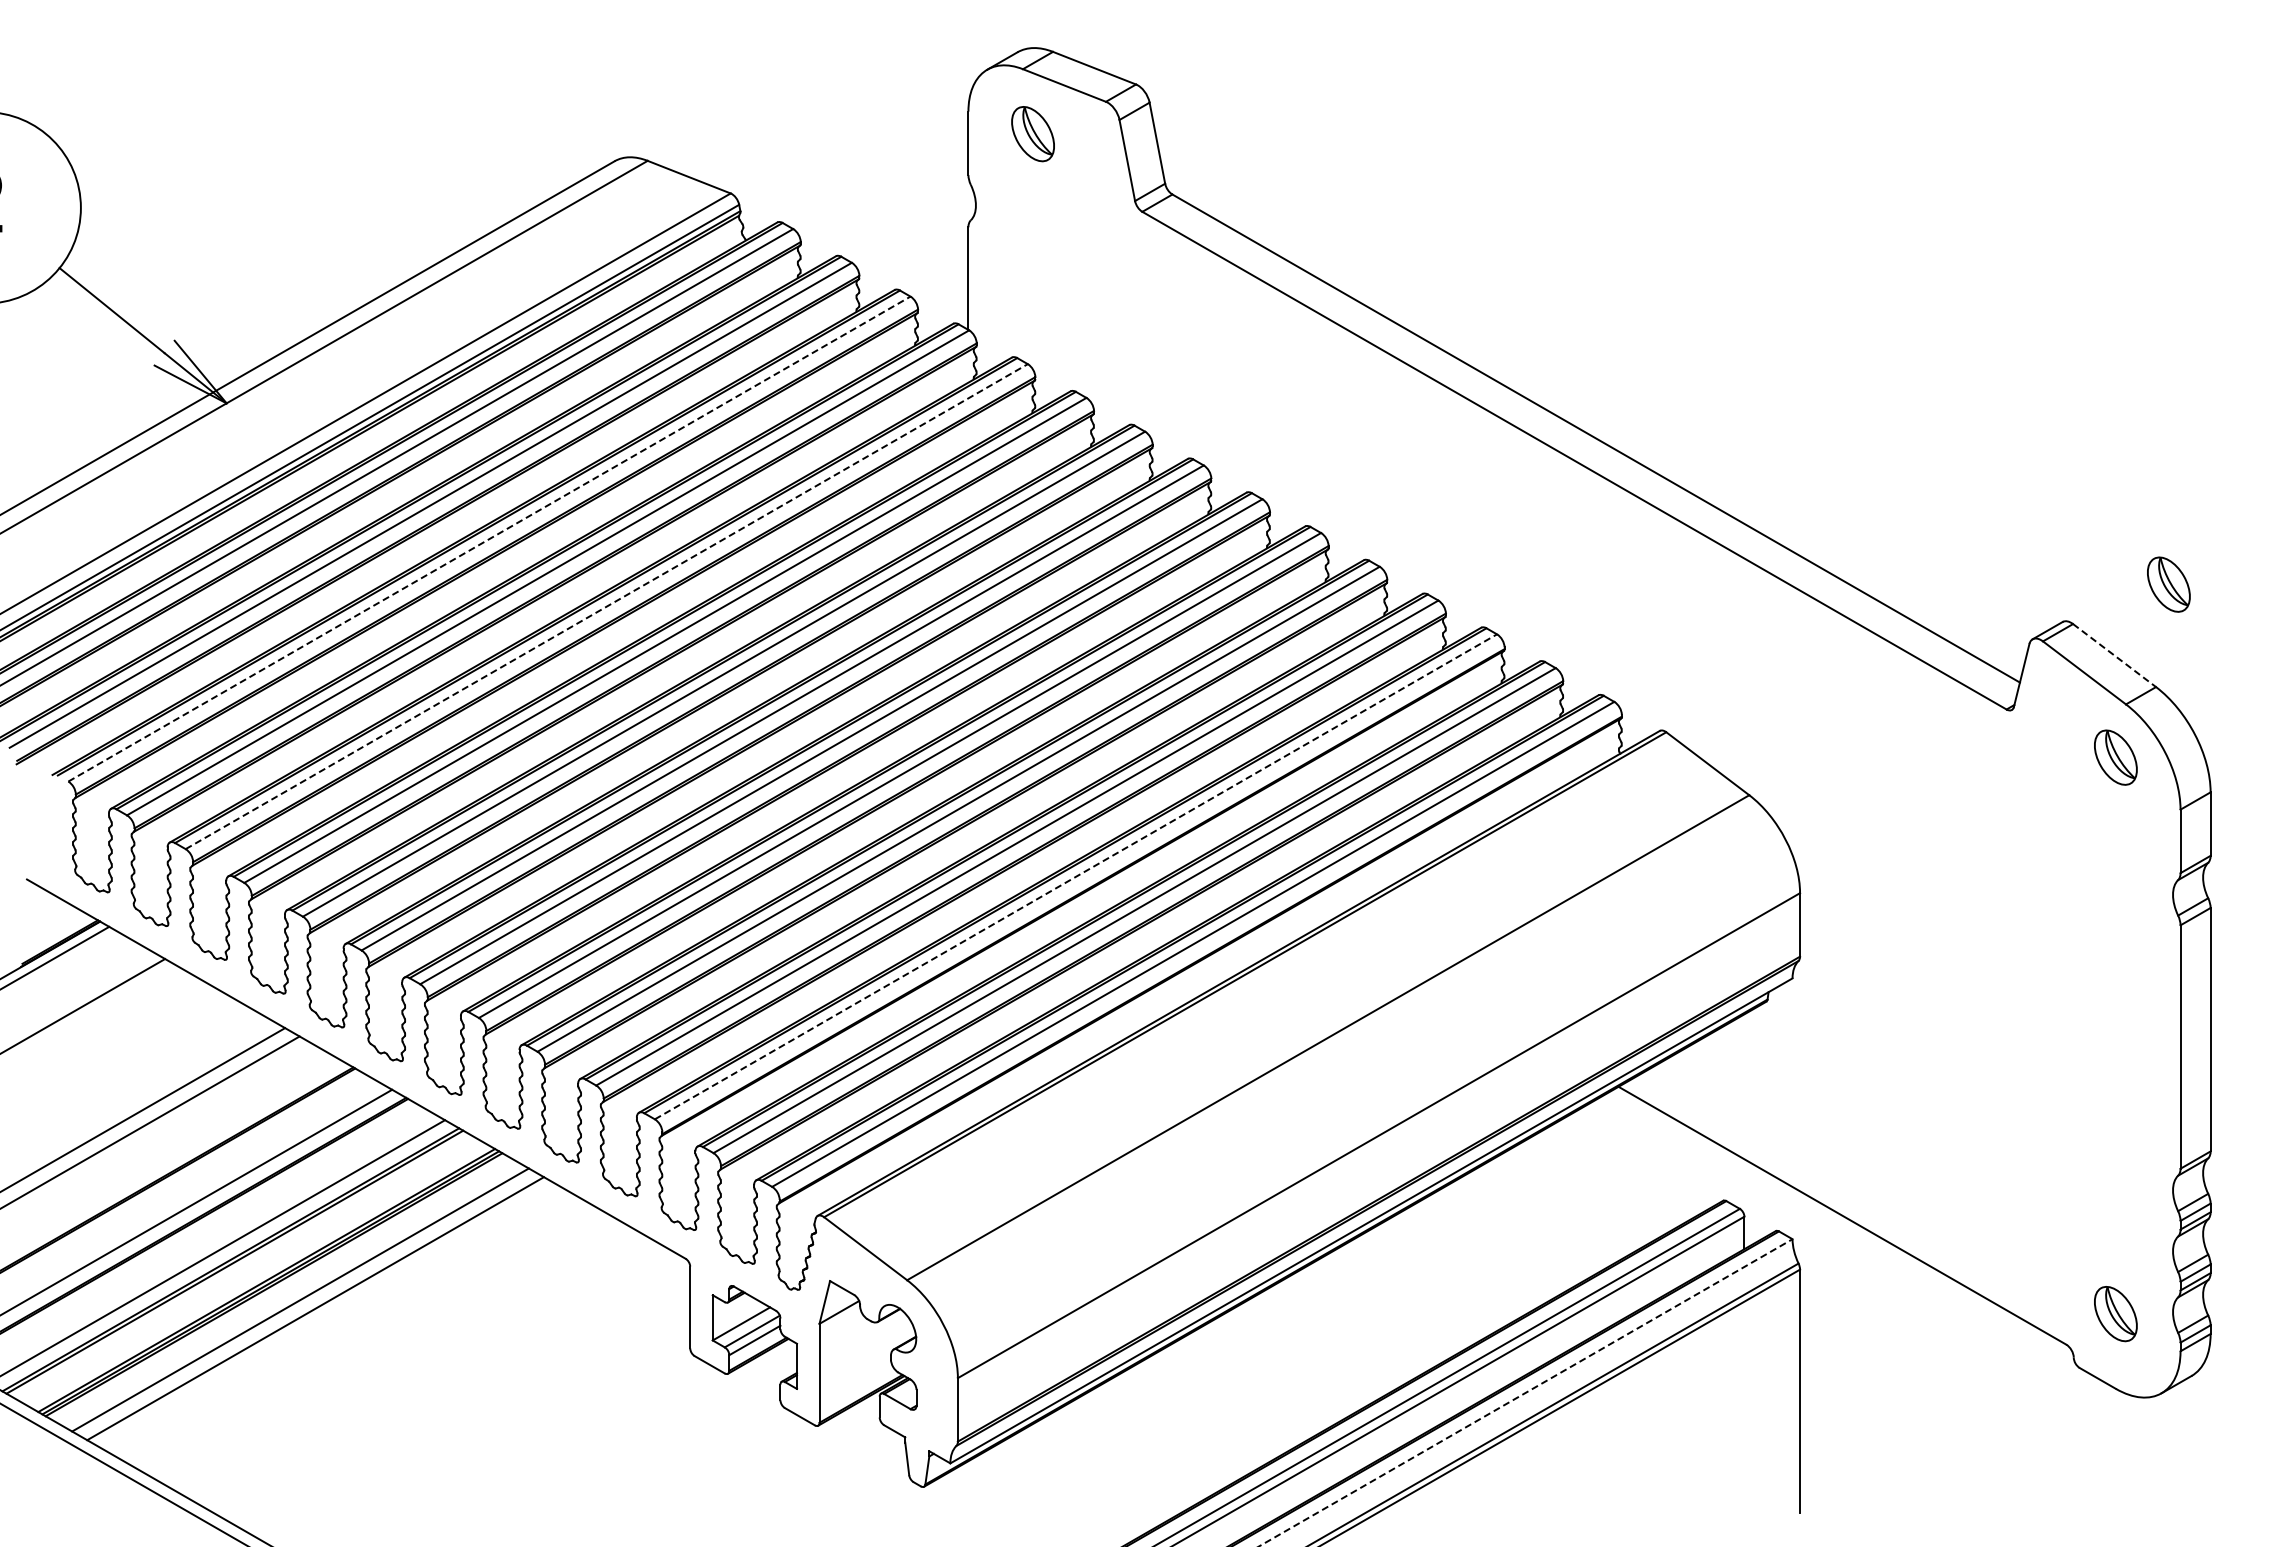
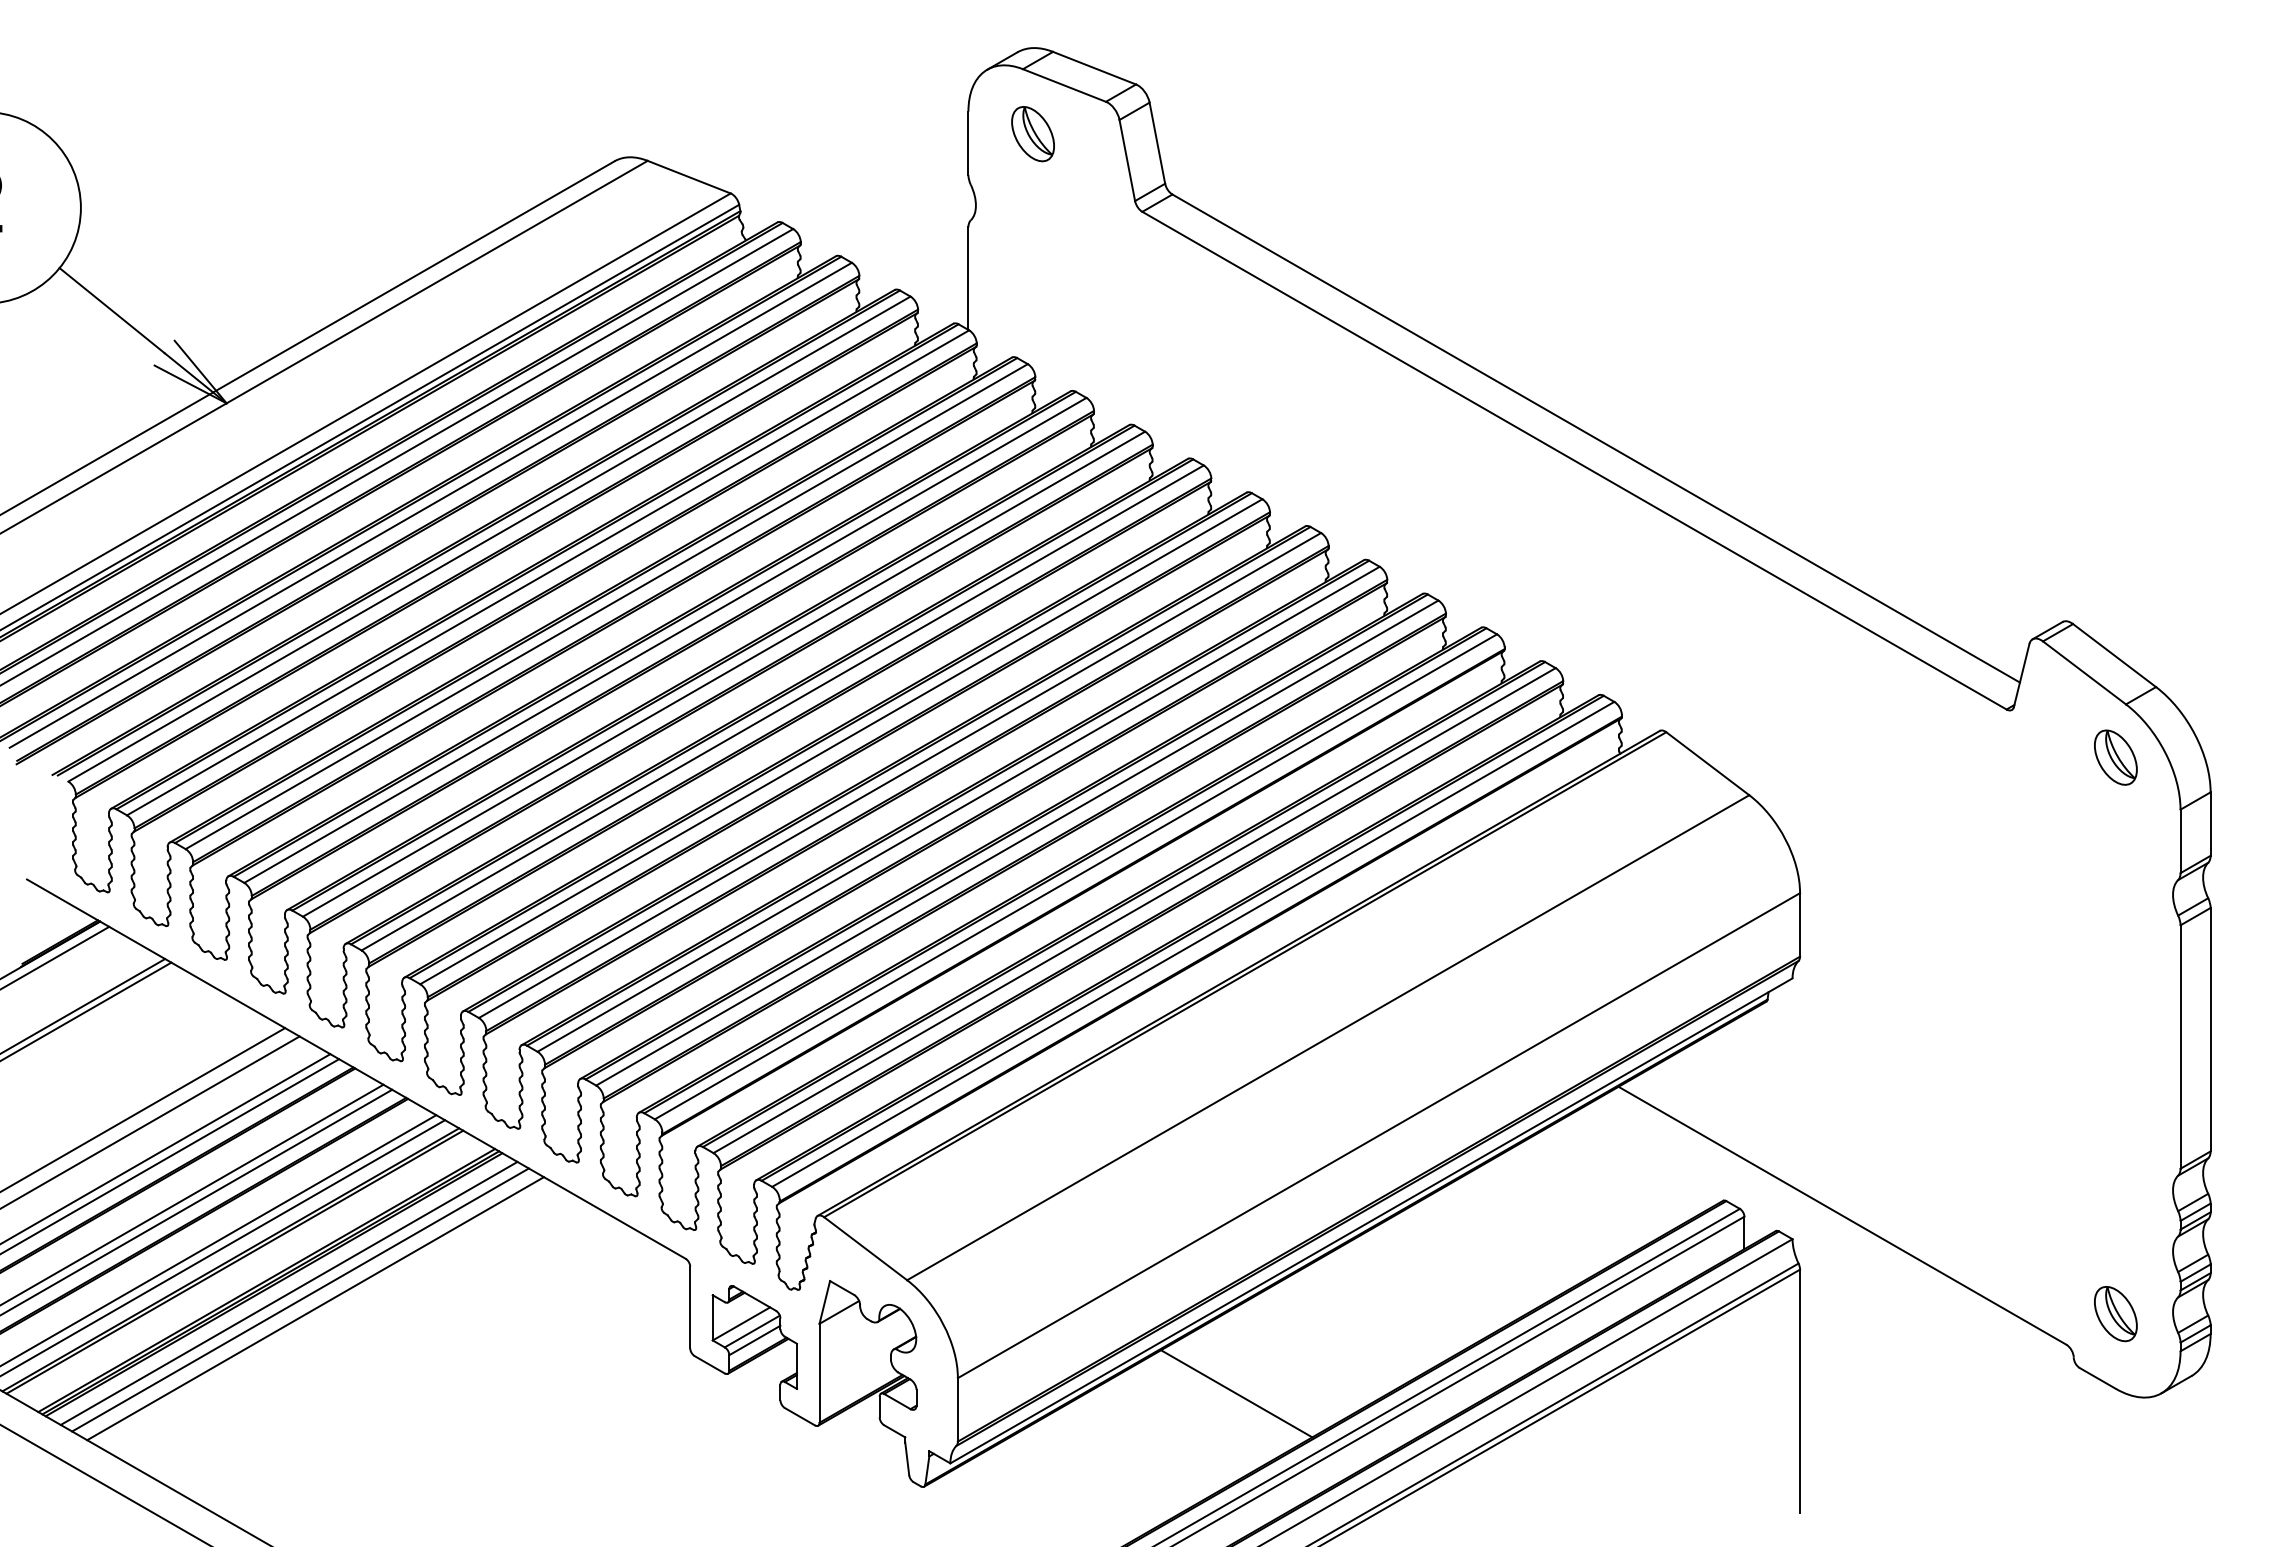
line at (489, 539): dashed -> solid
part at (2168, 584): present -> none
line at (606, 606): dashed -> solid
line at (2114, 655): dashed -> solid
line at (1075, 876): dashed -> solid
line at (86, 1011): none -> present
line at (166, 1148): none -> present
line at (170, 1155): none -> present
line at (192, 1194): none -> present
line at (219, 1240): none -> present
line at (288, 1292): none -> present
line at (1525, 1392): dashed -> solid
line at (1236, 1393): none -> present
line at (123, 1473) position: (123, 1473) -> (104, 1484)
